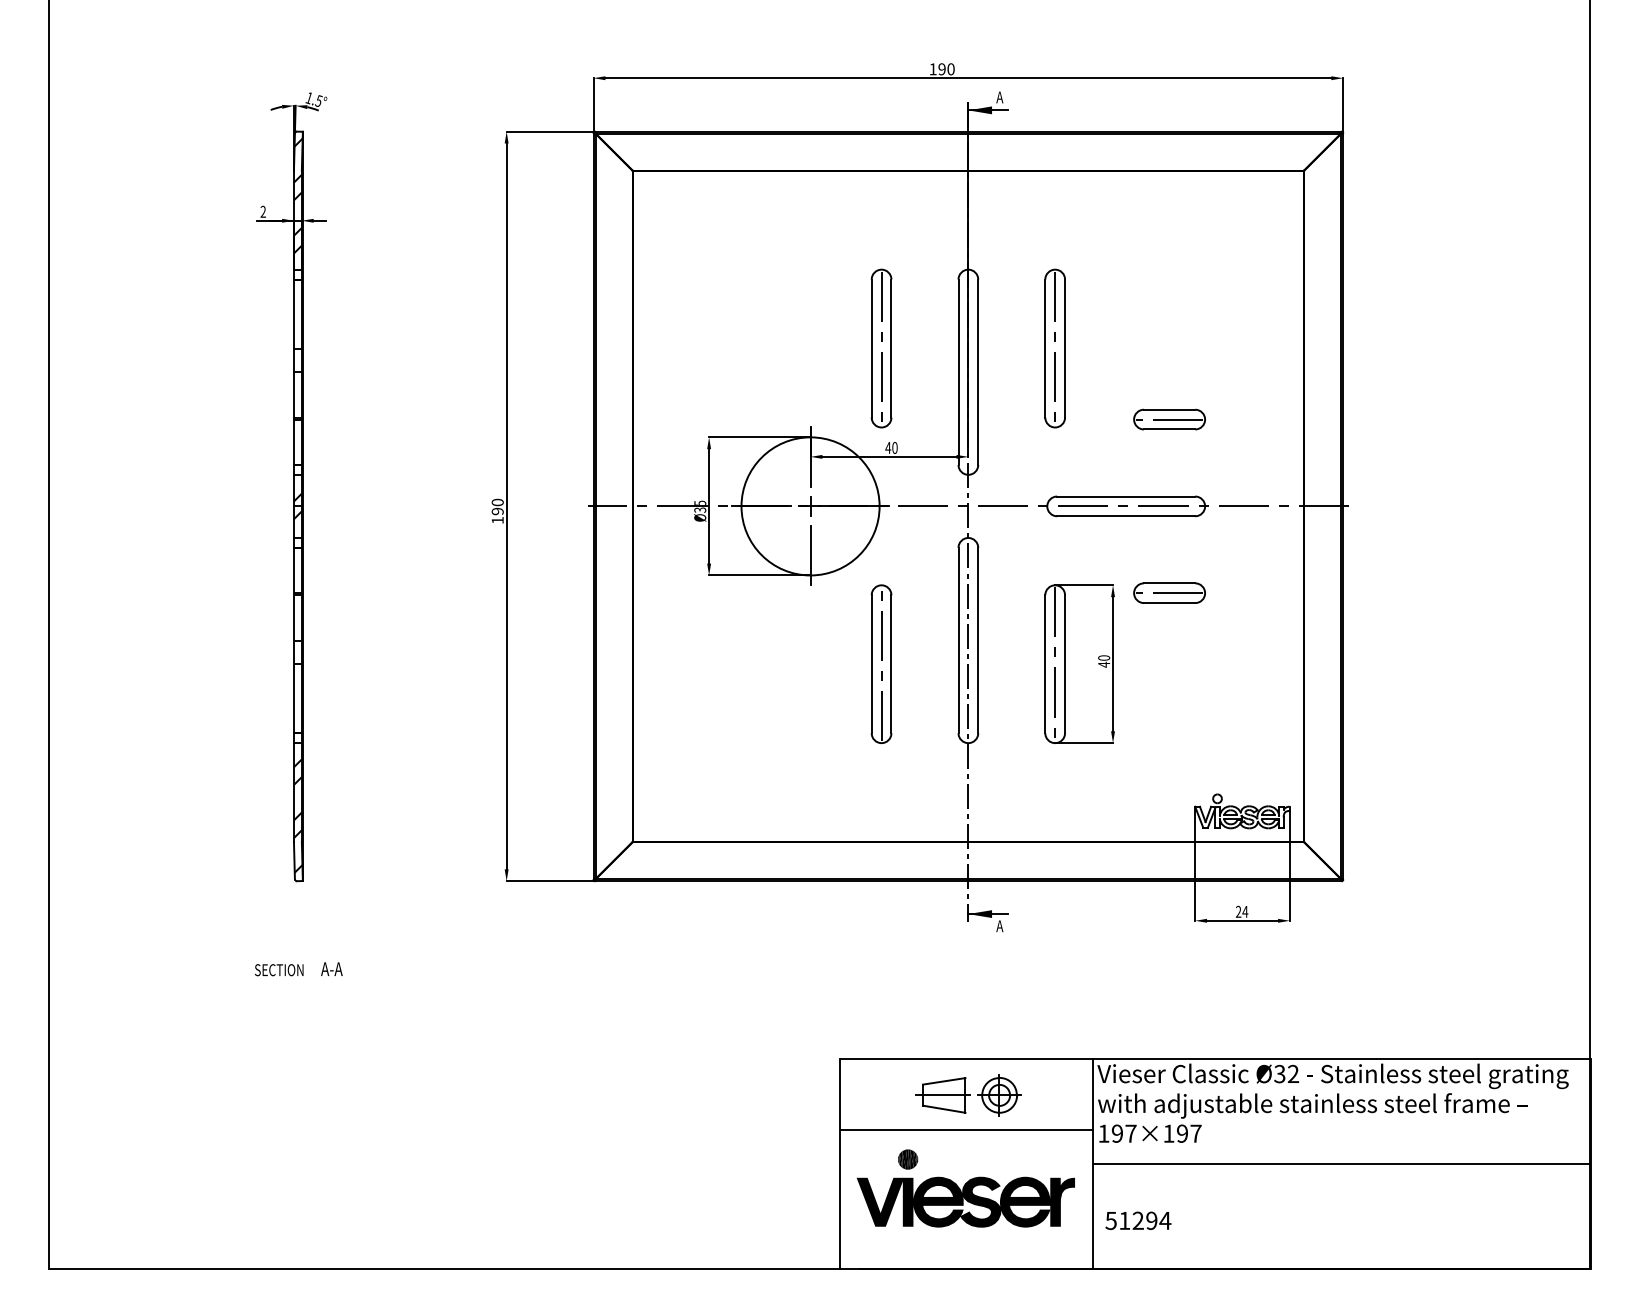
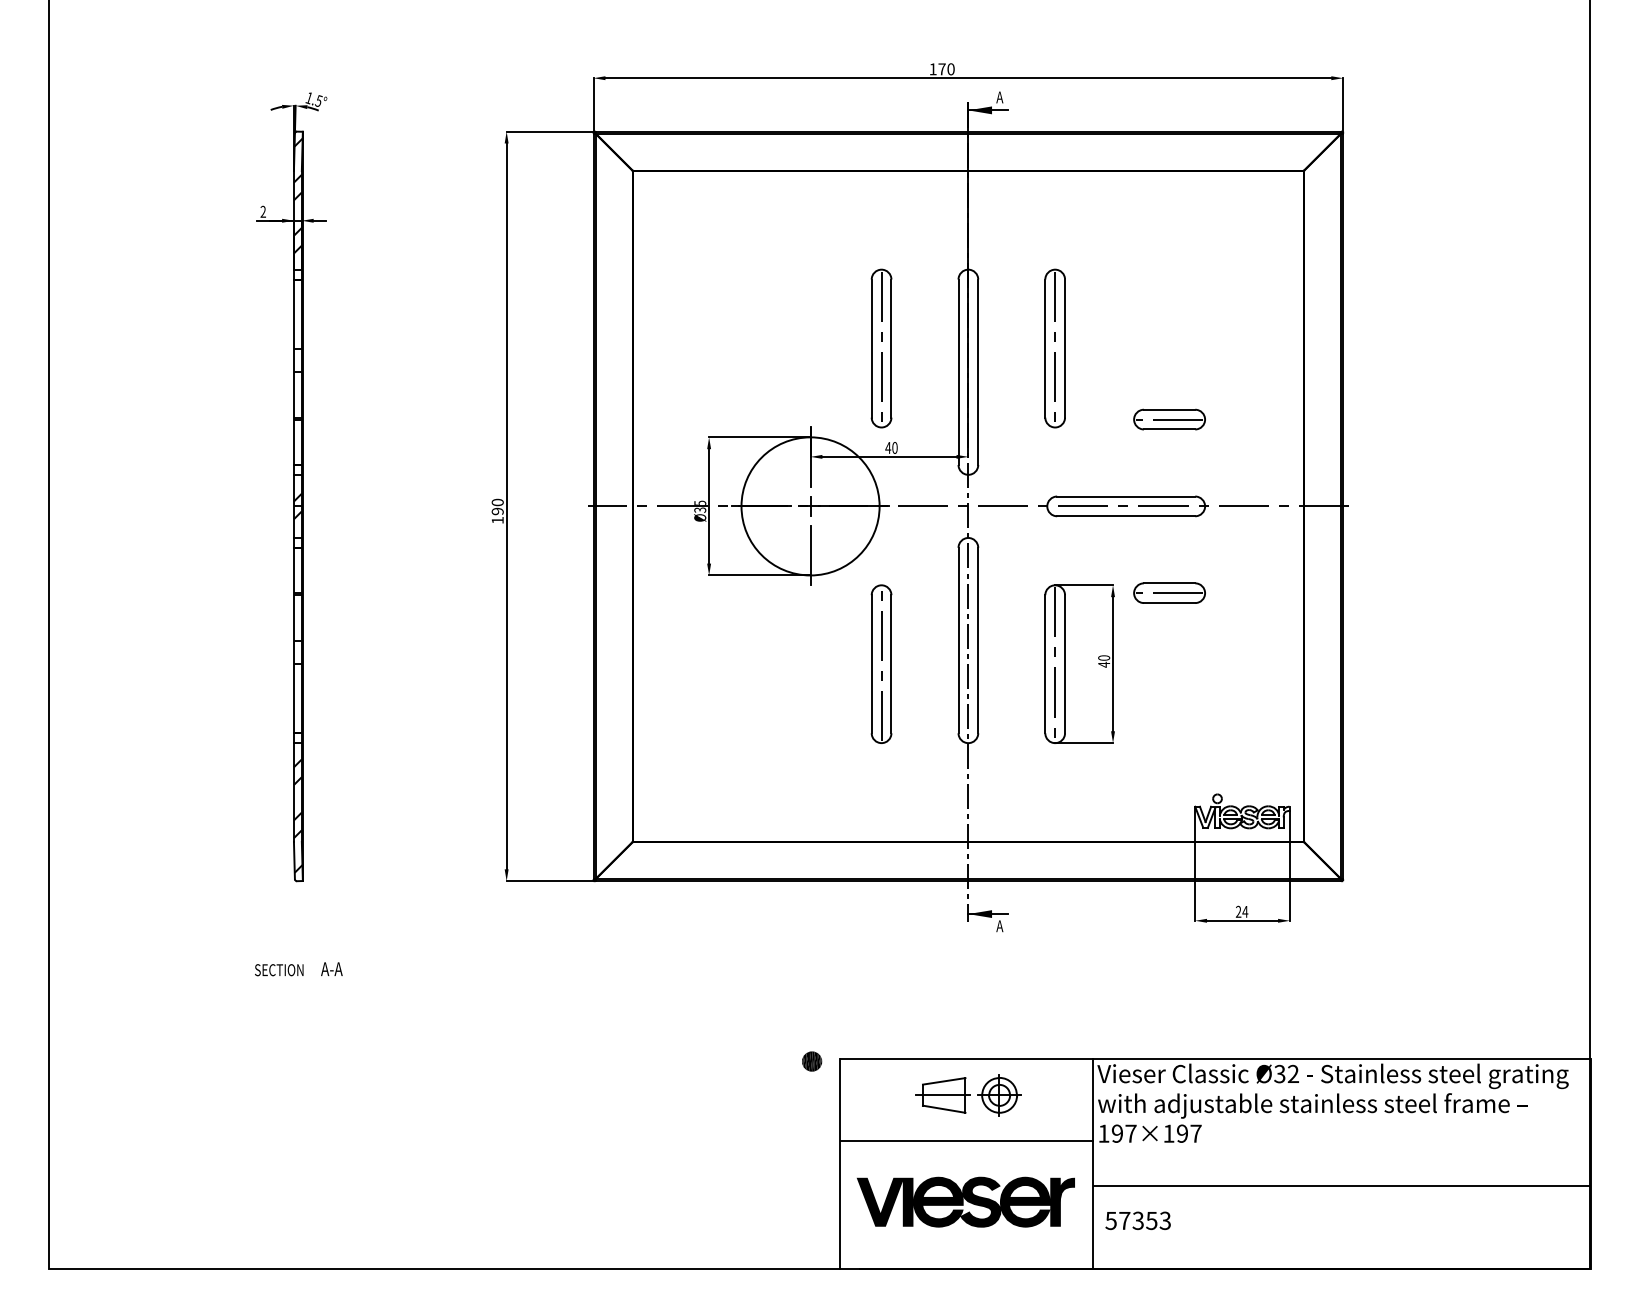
text at (941, 69): 190 -> 170
line at (966, 1129) position: (966, 1129) -> (966, 1140)
part at (908, 1159) position: (908, 1159) -> (812, 1061)
line at (1341, 1163) position: (1341, 1163) -> (1341, 1185)
text at (1145, 1220): 51294 -> 57353
